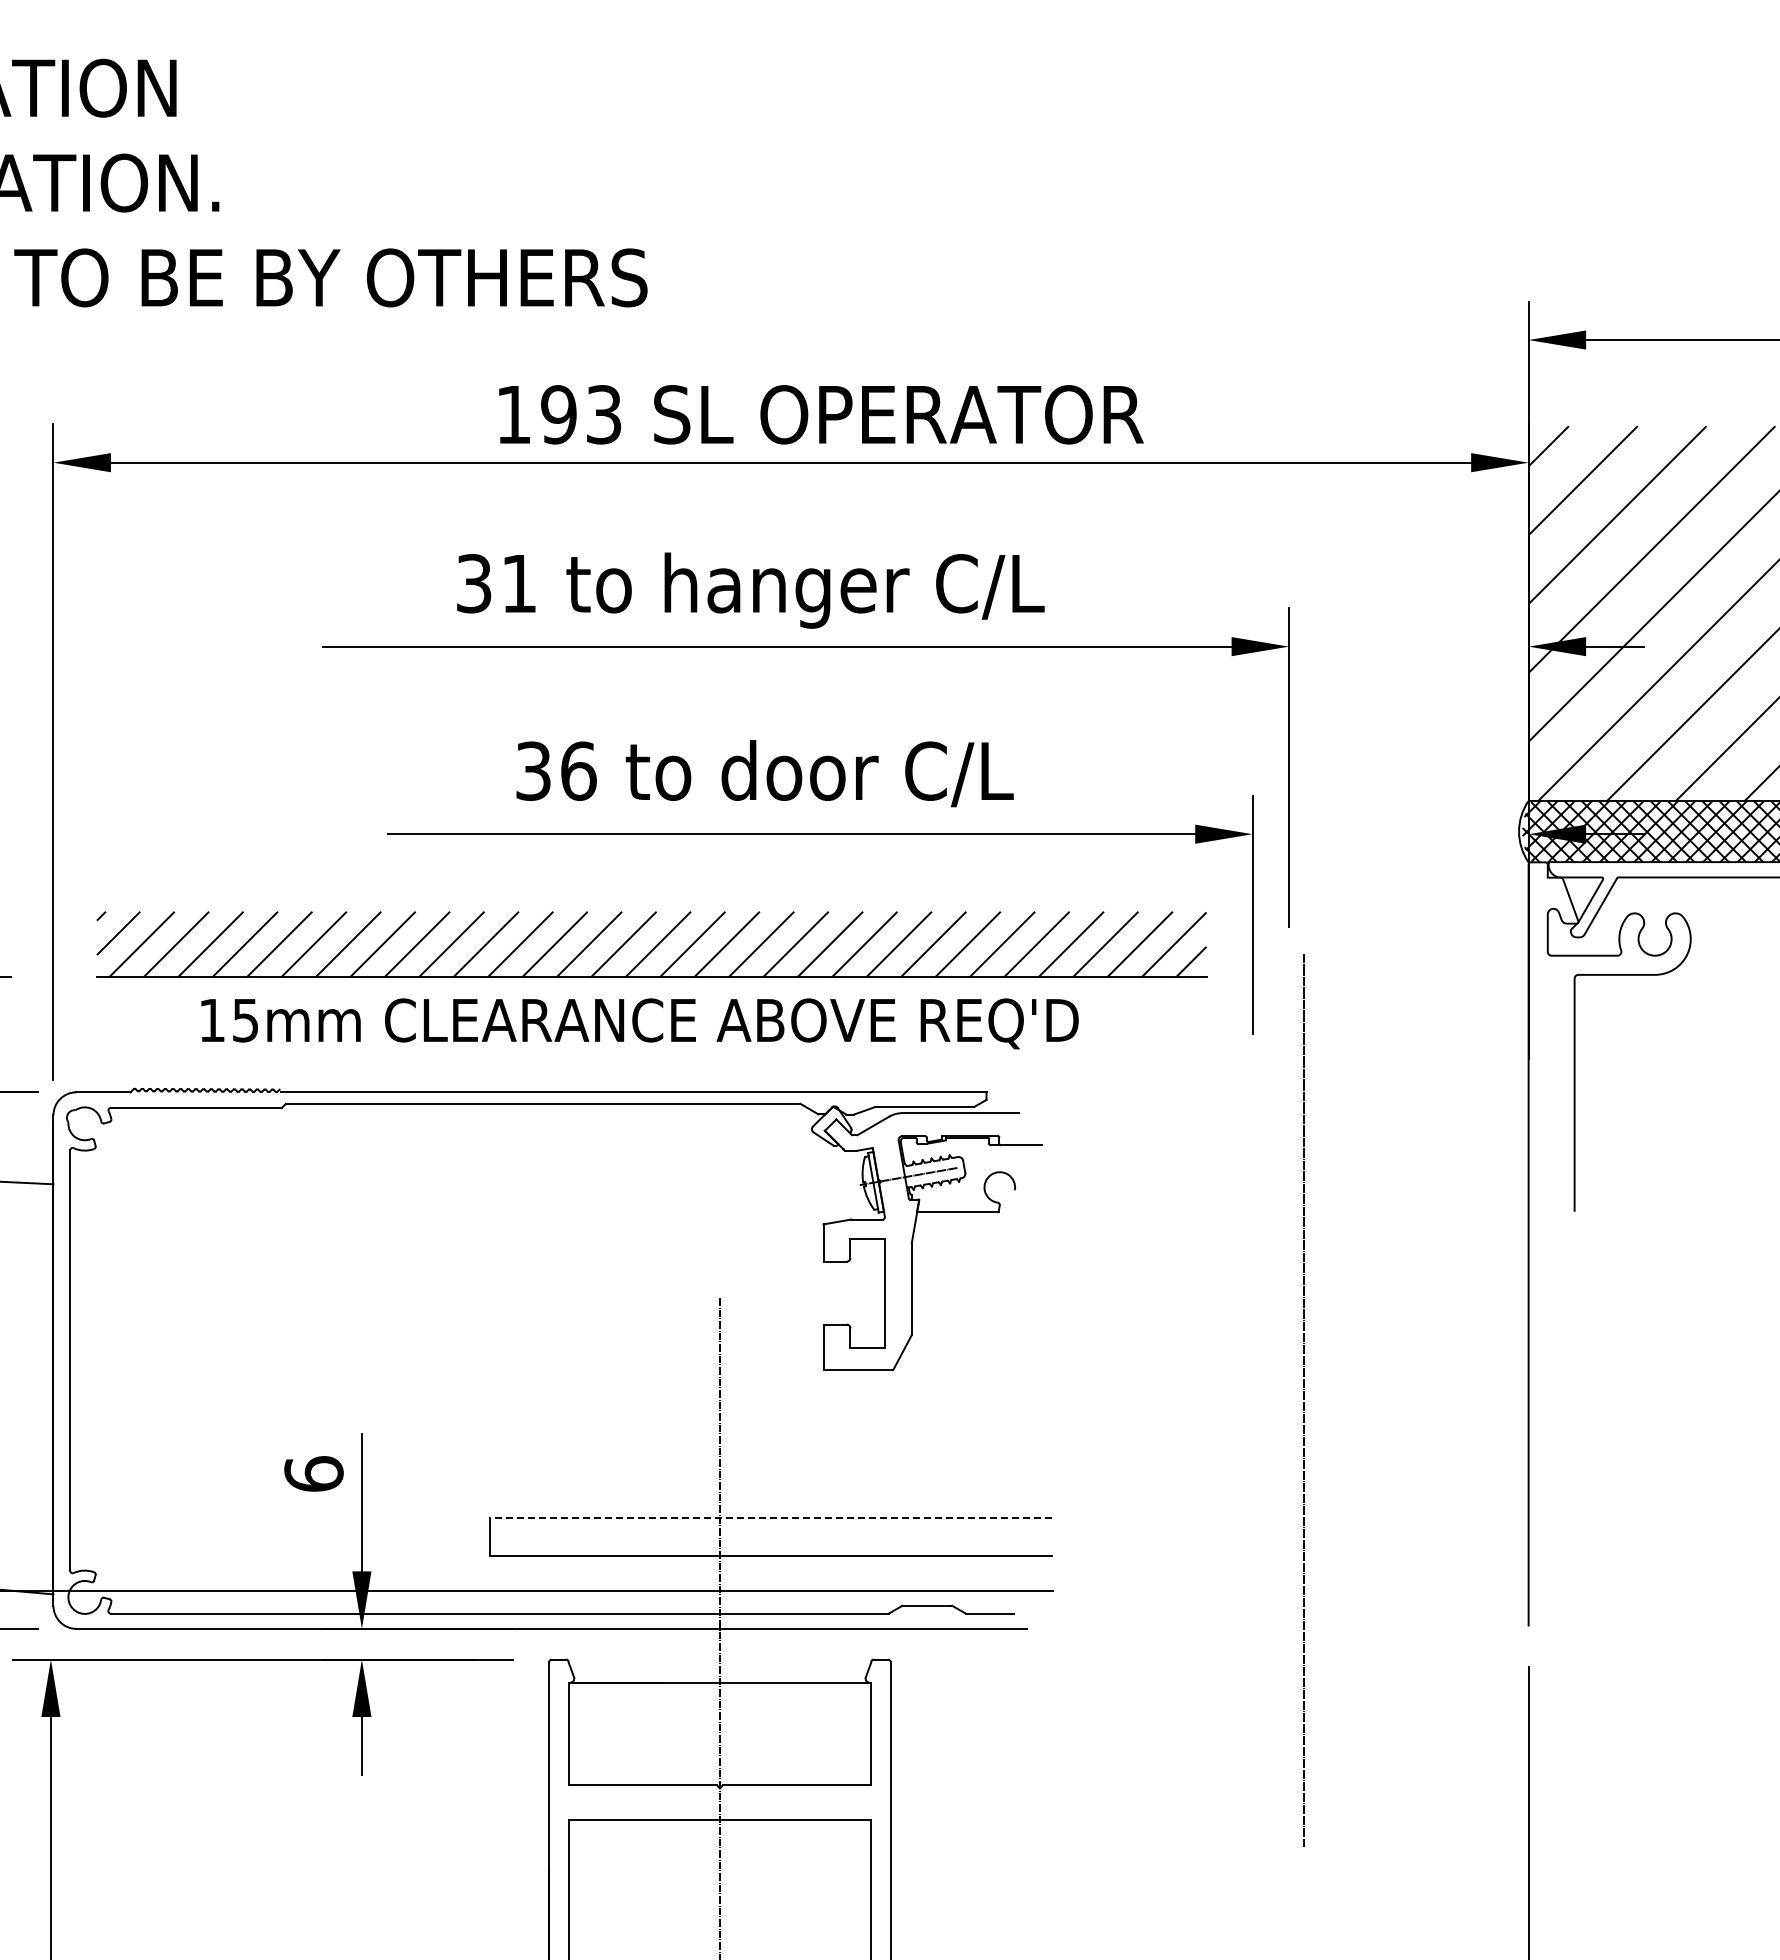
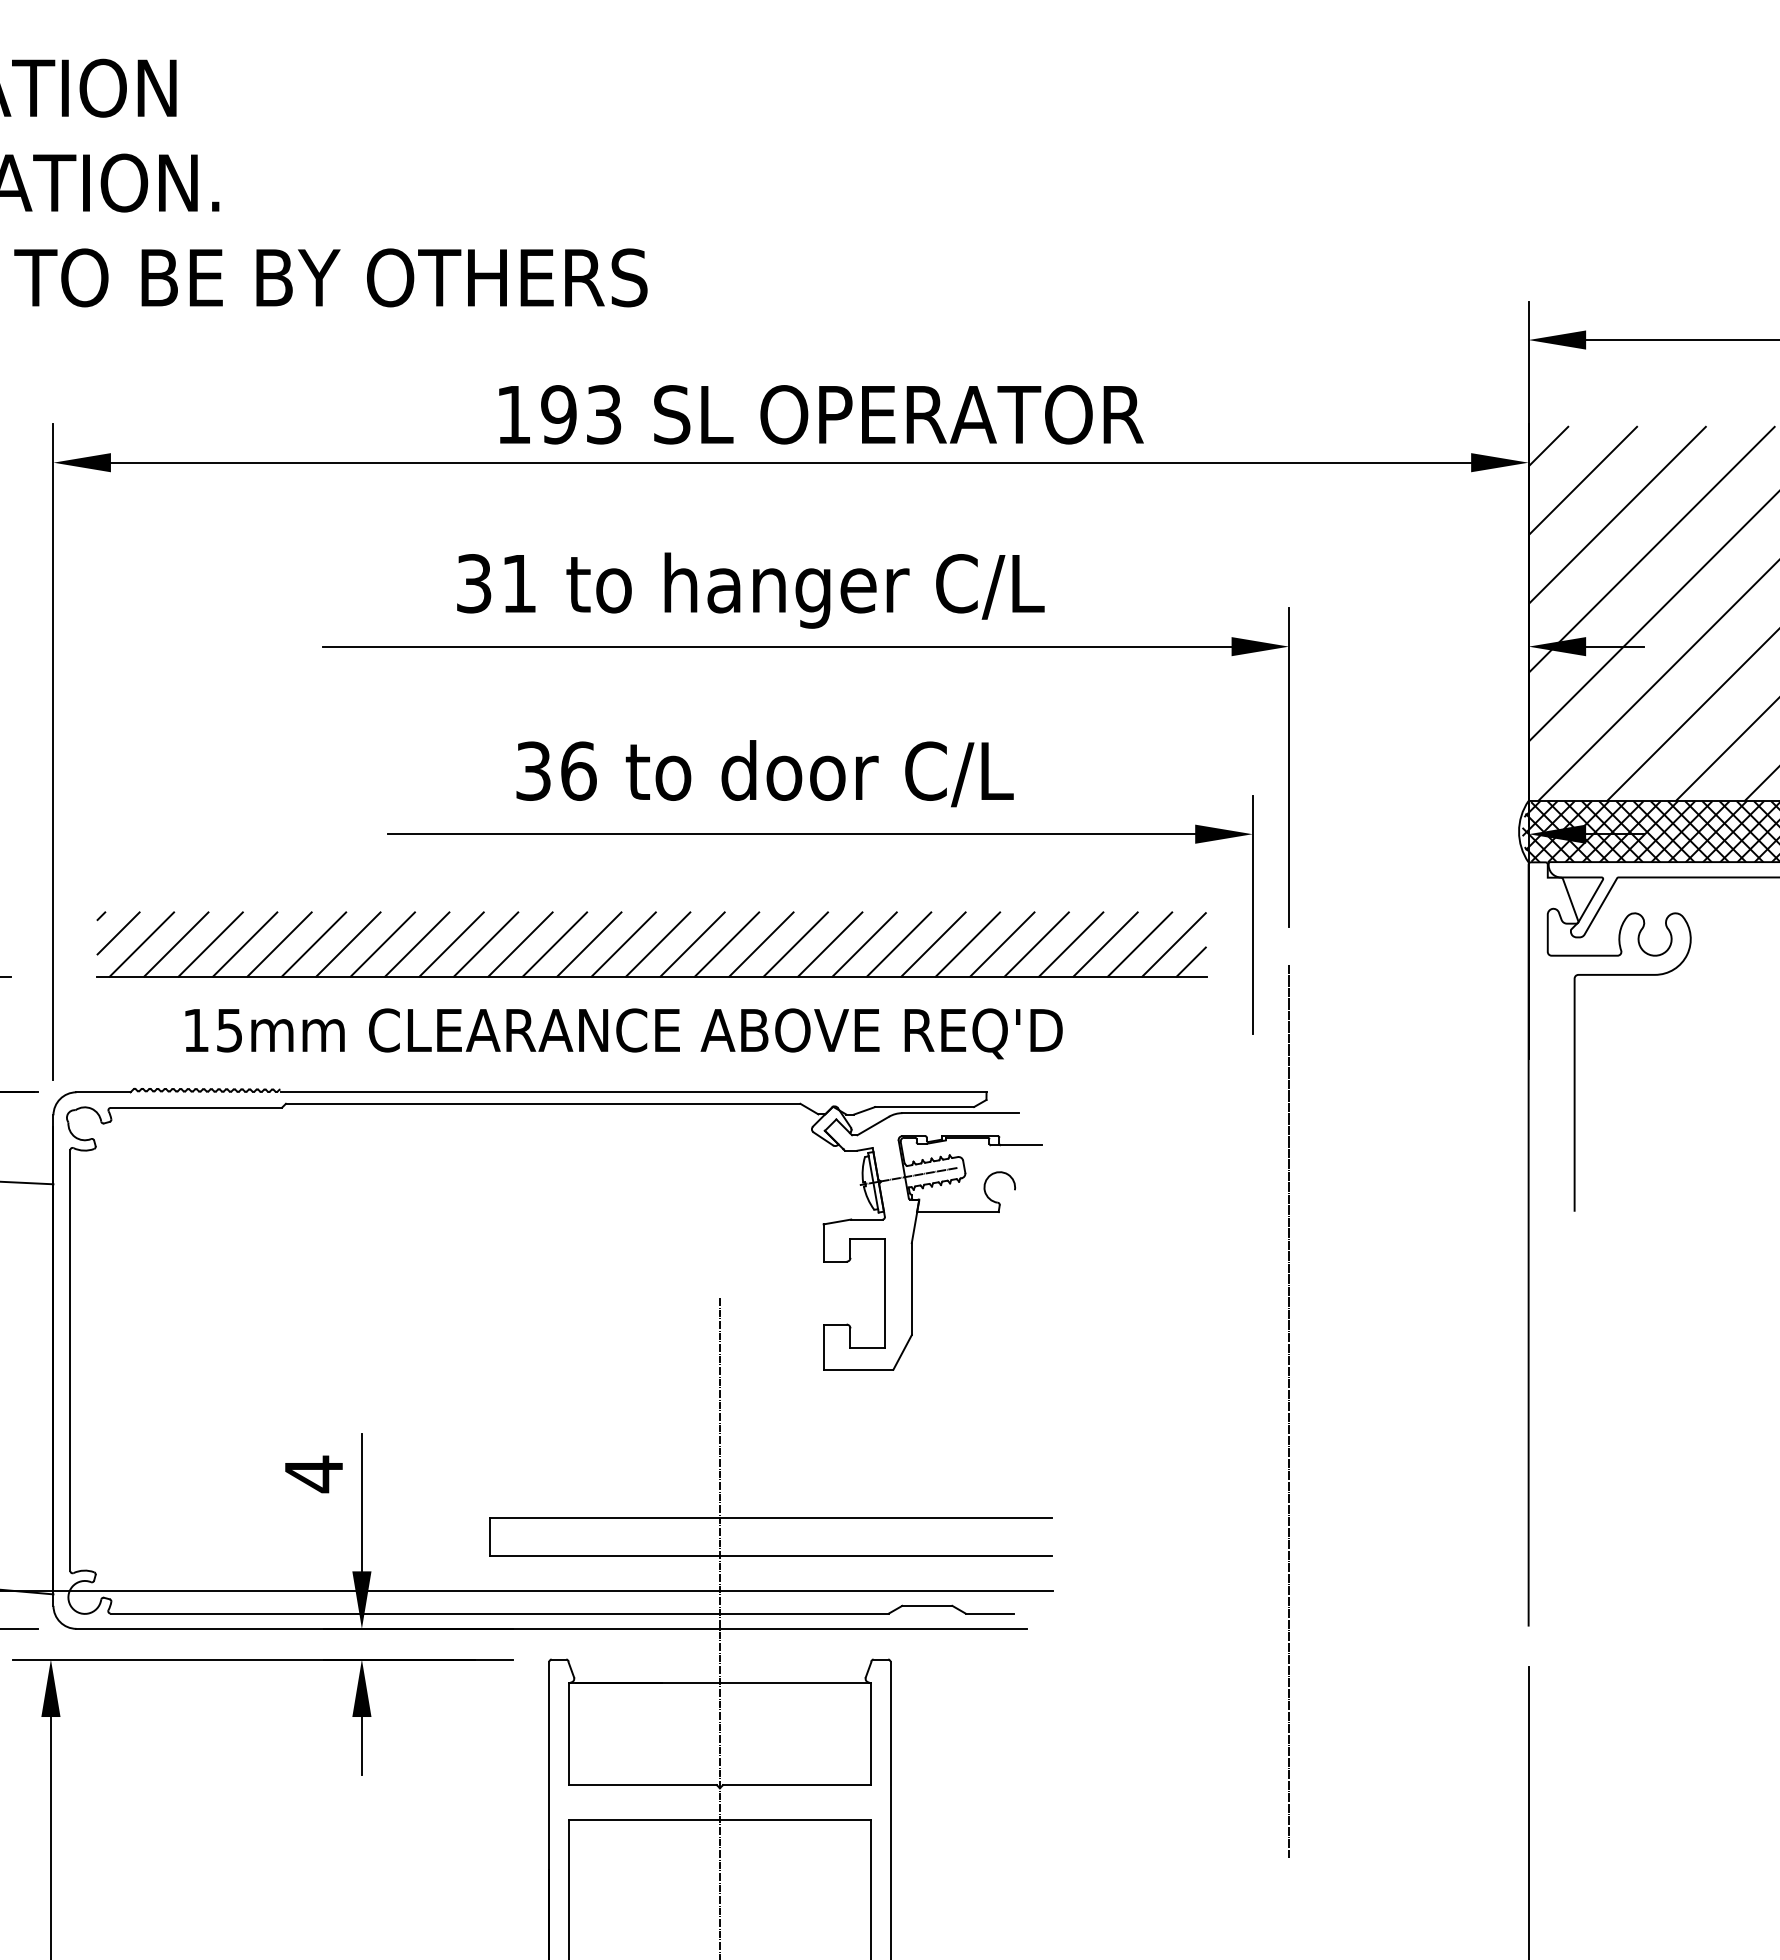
text at (639, 1023) position: (639, 1023) -> (623, 1033)
line at (1303, 1399) position: (1303, 1399) -> (1288, 1410)
text at (313, 1474): 6 -> 4
line at (770, 1517): dashed -> solid
